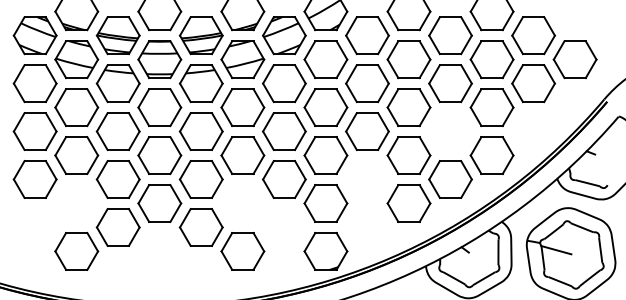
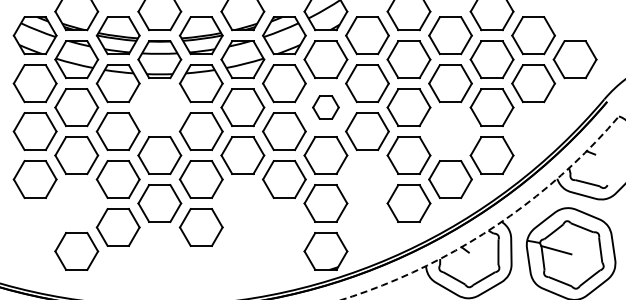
part at (159, 107): present -> none
part at (325, 107) size: 46x39 px -> 28x25 px
arc at (492, 228): solid -> dashed
part at (242, 251): present -> none
